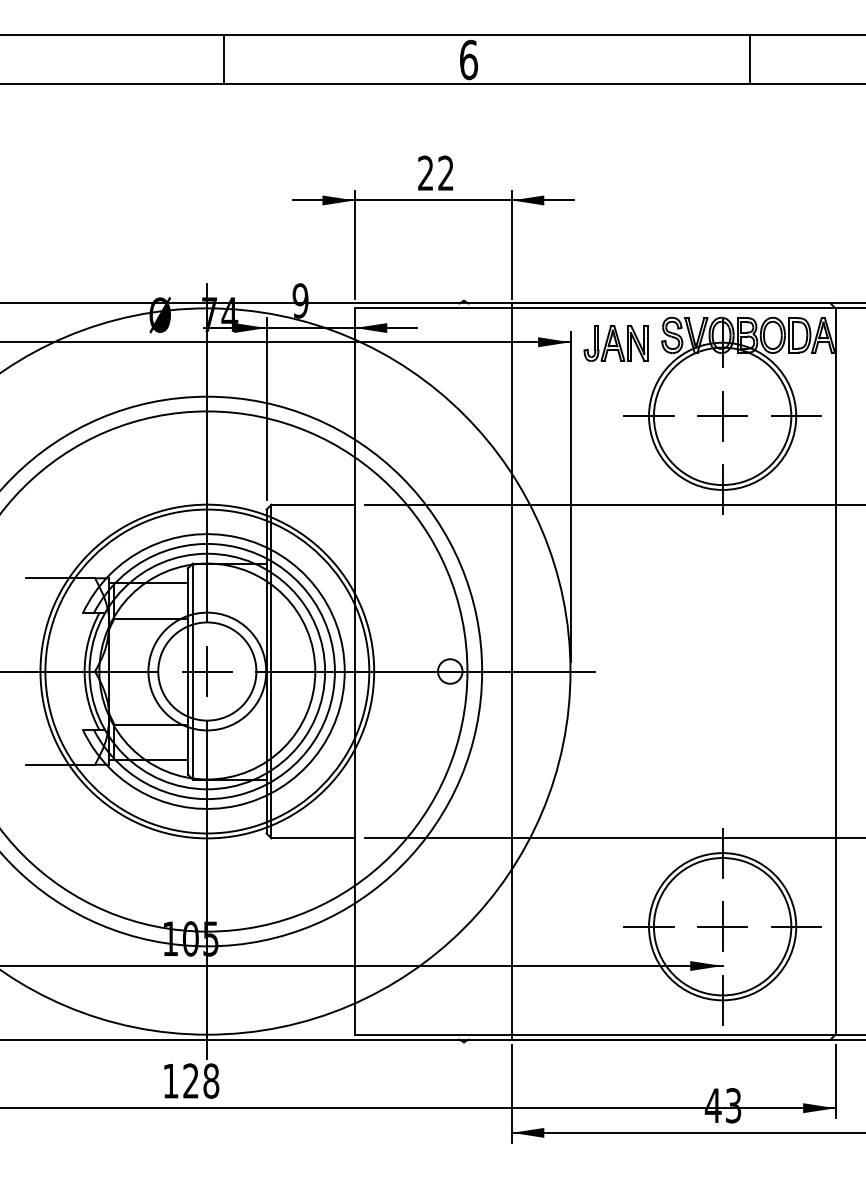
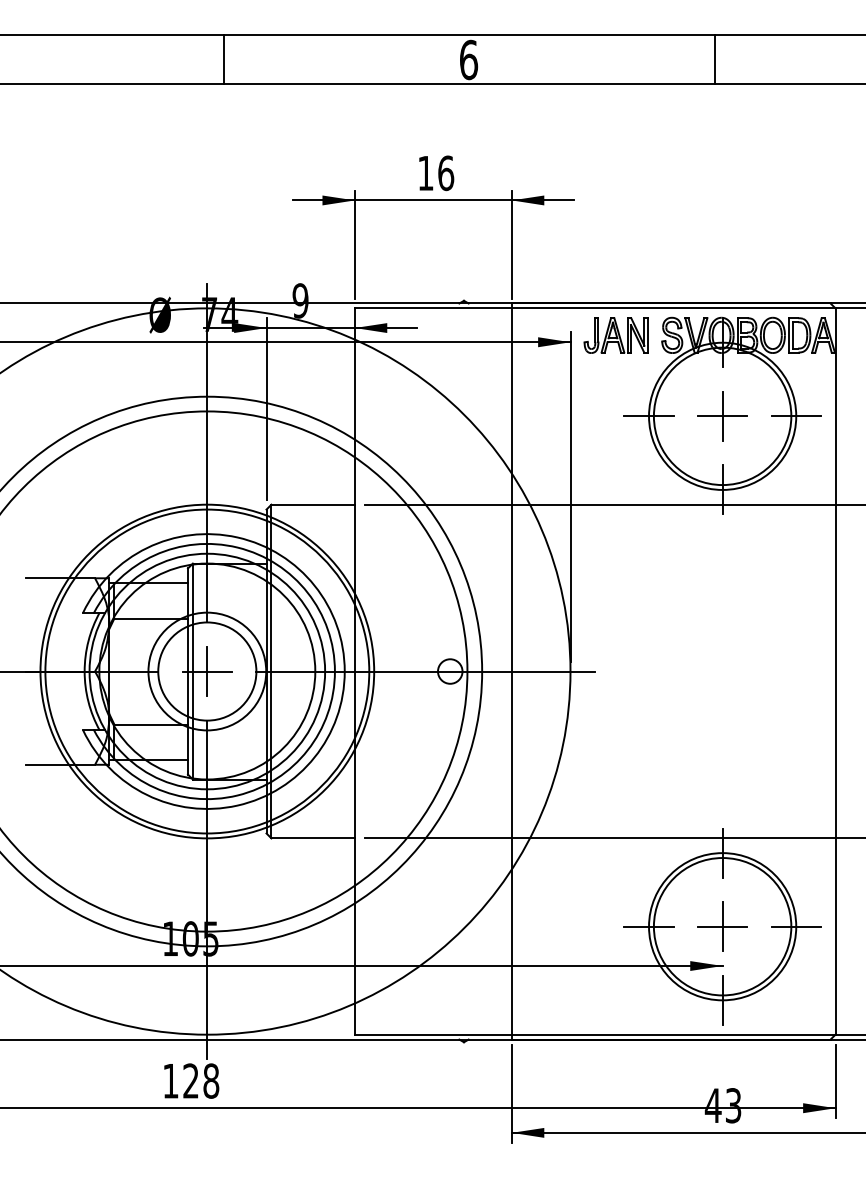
line at (749, 59) position: (749, 59) -> (714, 59)
text at (436, 173): 22 -> 16
part at (615, 343) position: (615, 343) -> (615, 335)
